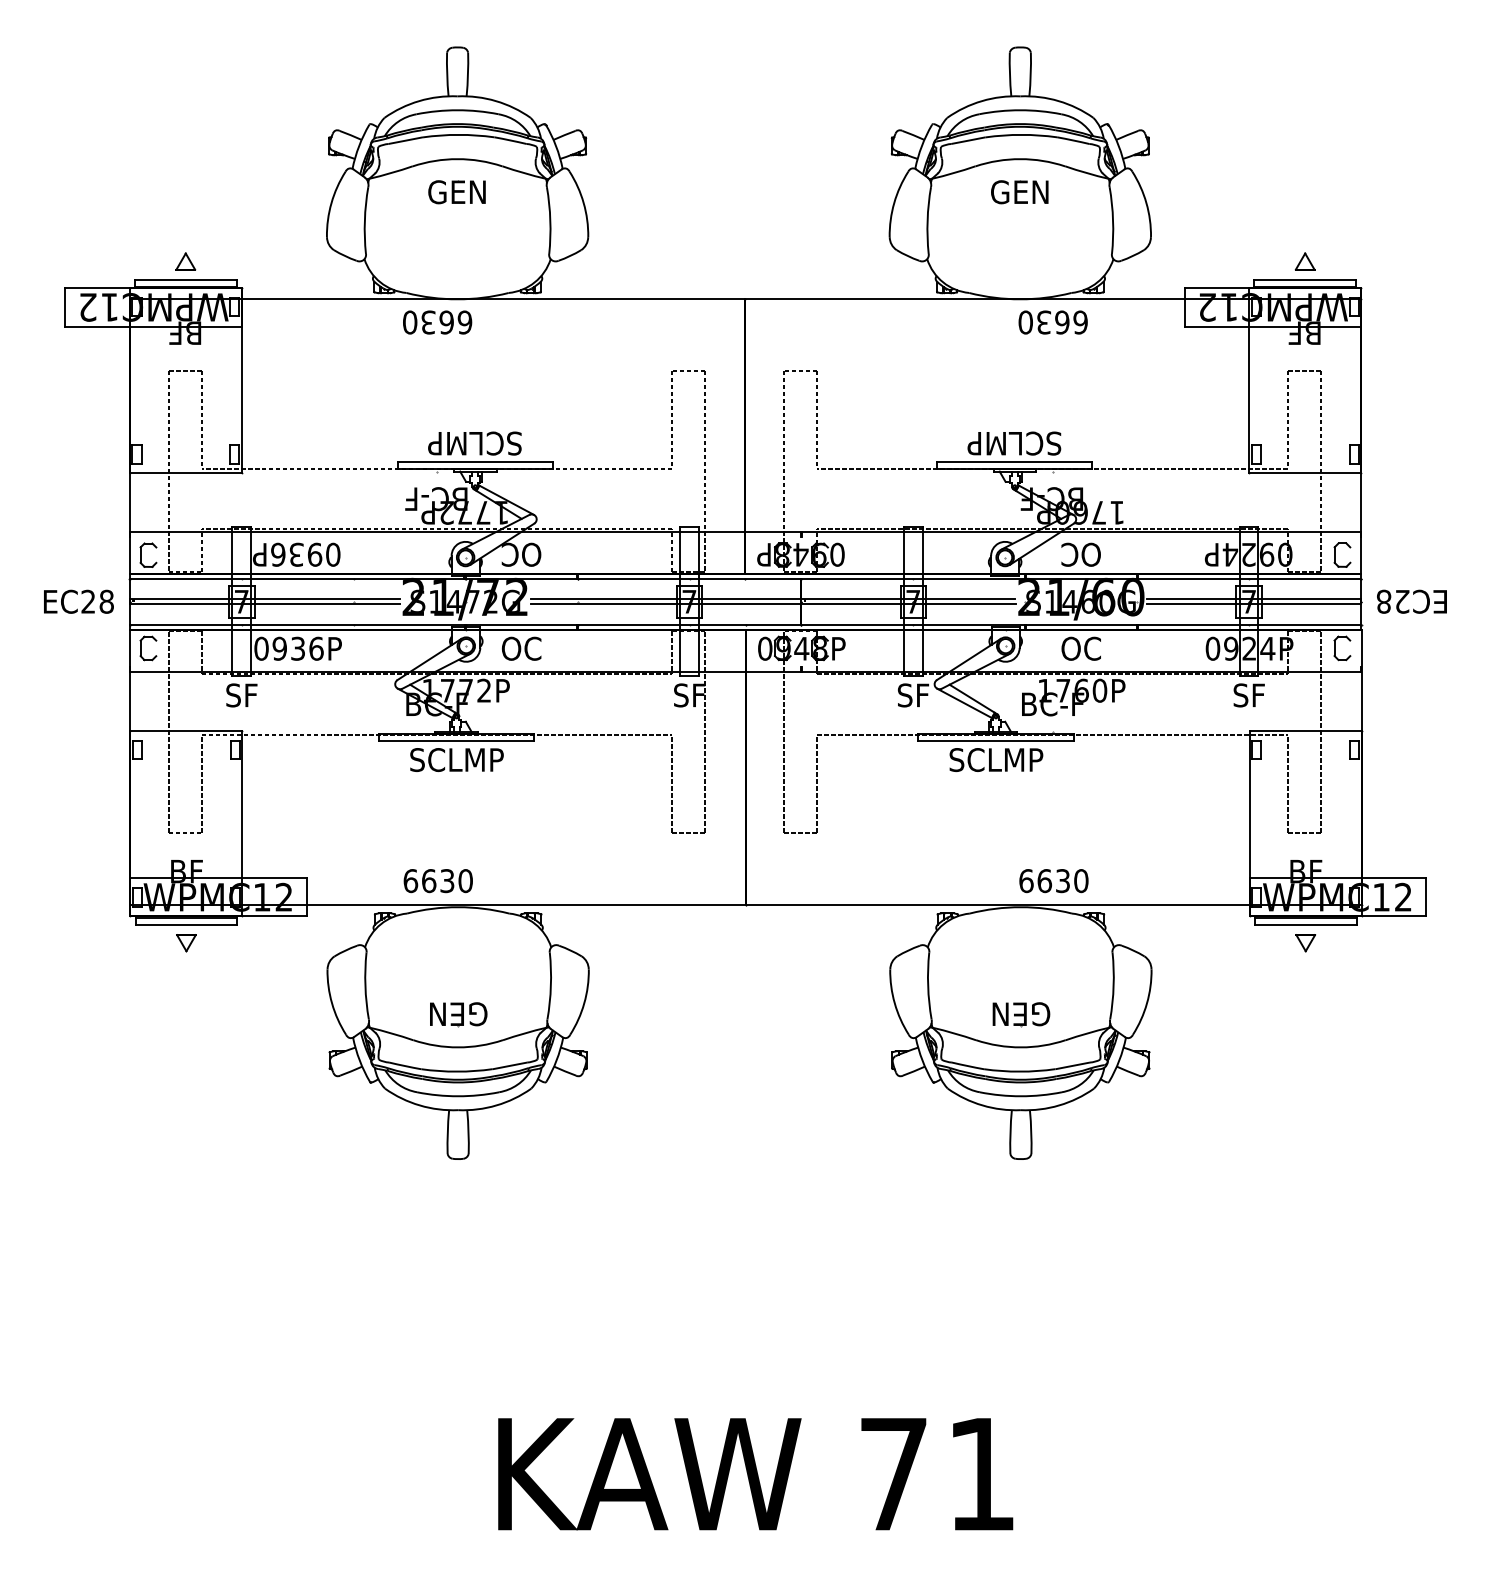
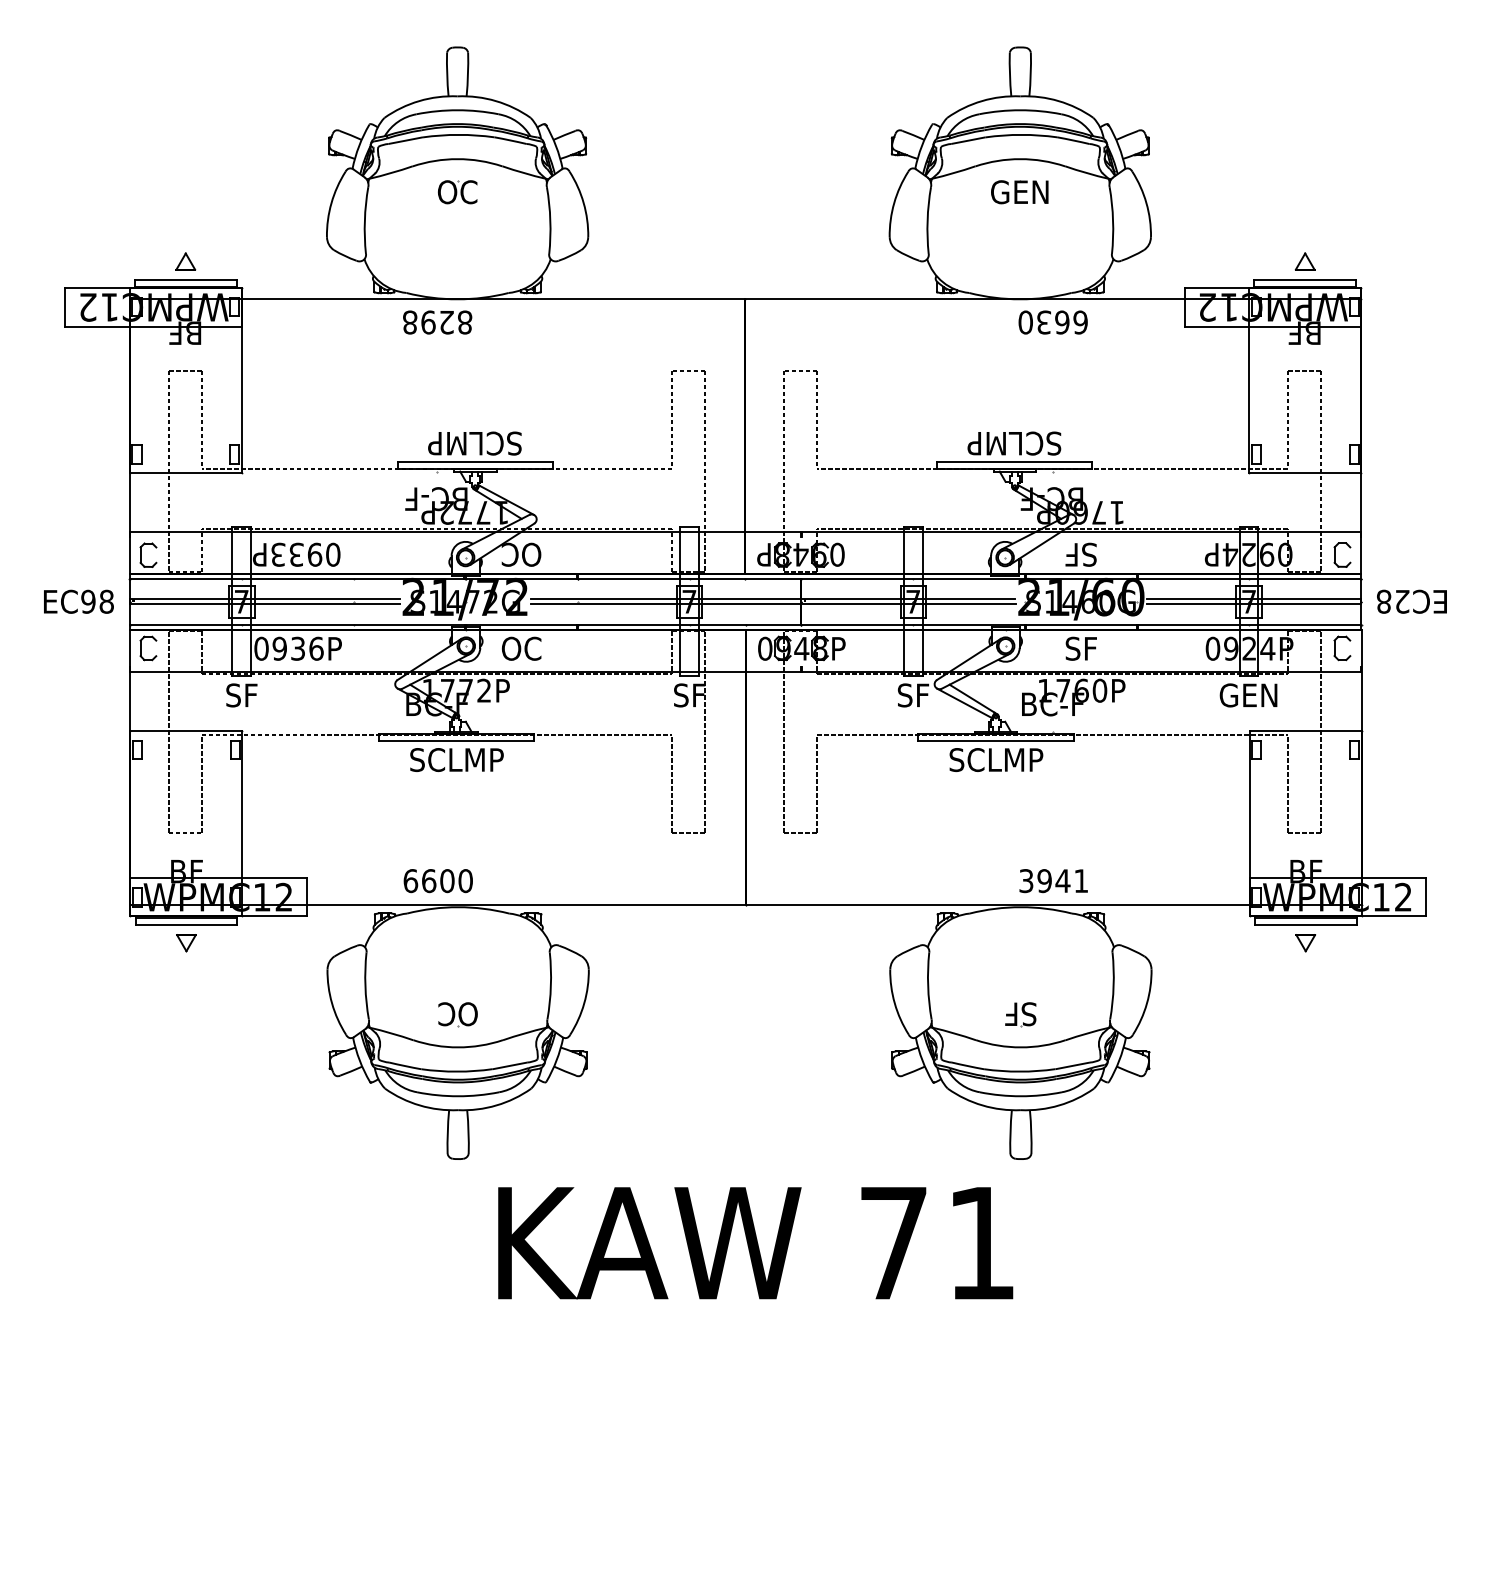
text at (456, 192): GEN -> OC
text at (437, 322): 6630 -> 8298
text at (278, 554): 0936P -> 0933P
text at (1080, 554): OC -> SF
text at (88, 601): EC28 -> EC98
text at (1080, 648): OC -> SF
text at (1248, 695): SF -> GEN
text at (447, 881): 6630 -> 6600
text at (1053, 881): 6630 -> 3941
text at (458, 1014): GEN -> OC
text at (1021, 1014): GEN -> SF
text at (755, 1474) position: (755, 1474) -> (755, 1243)
